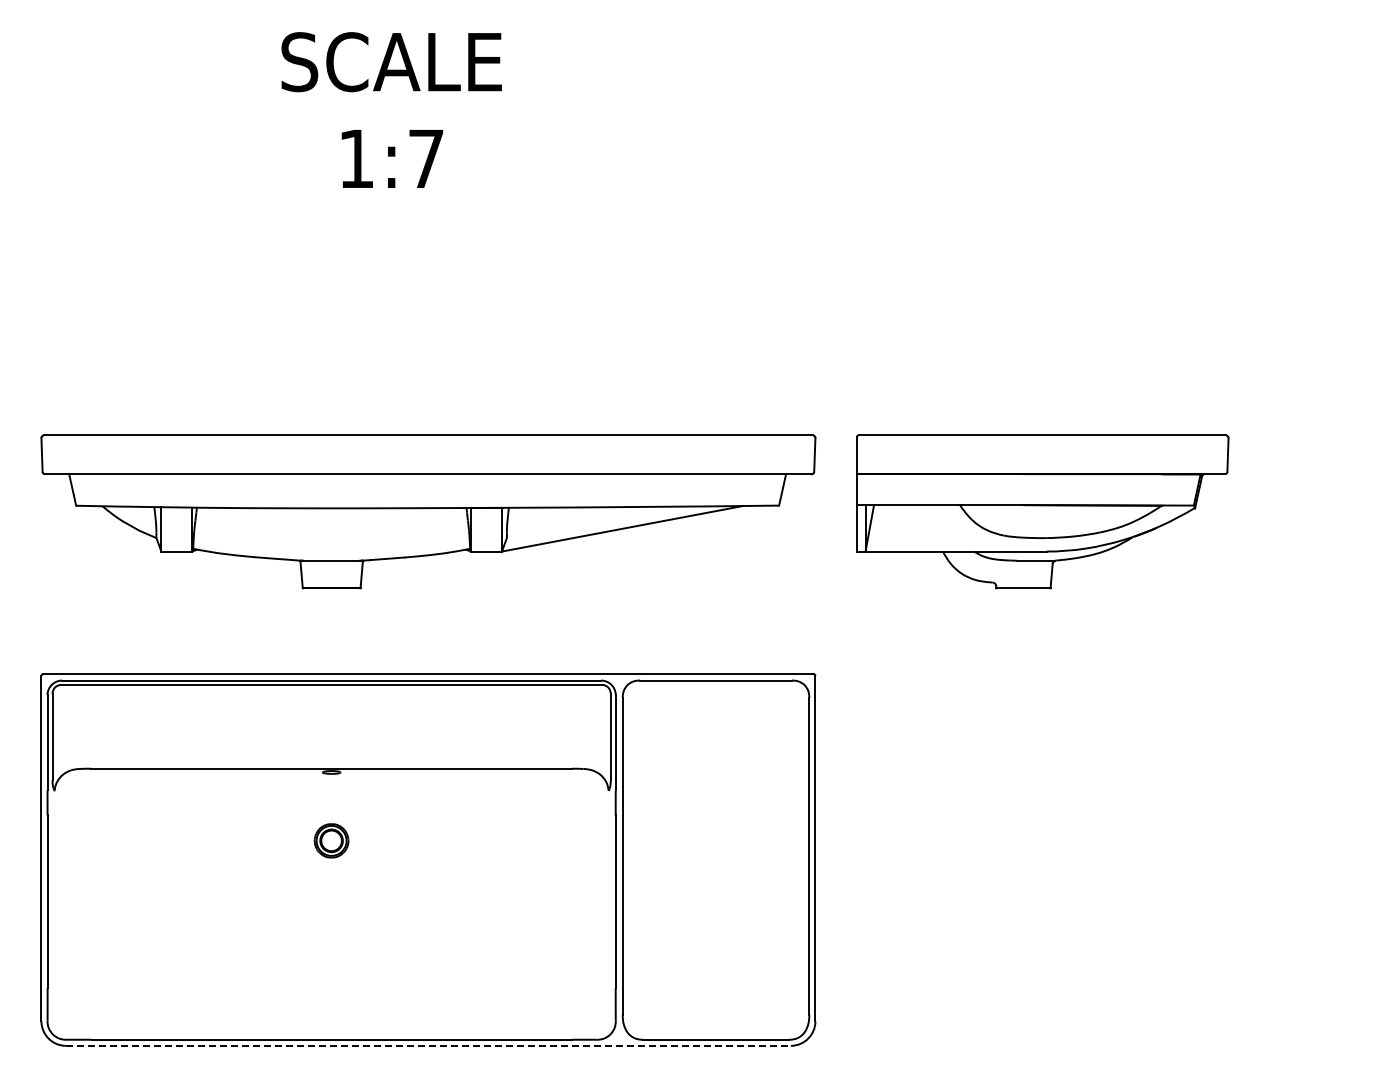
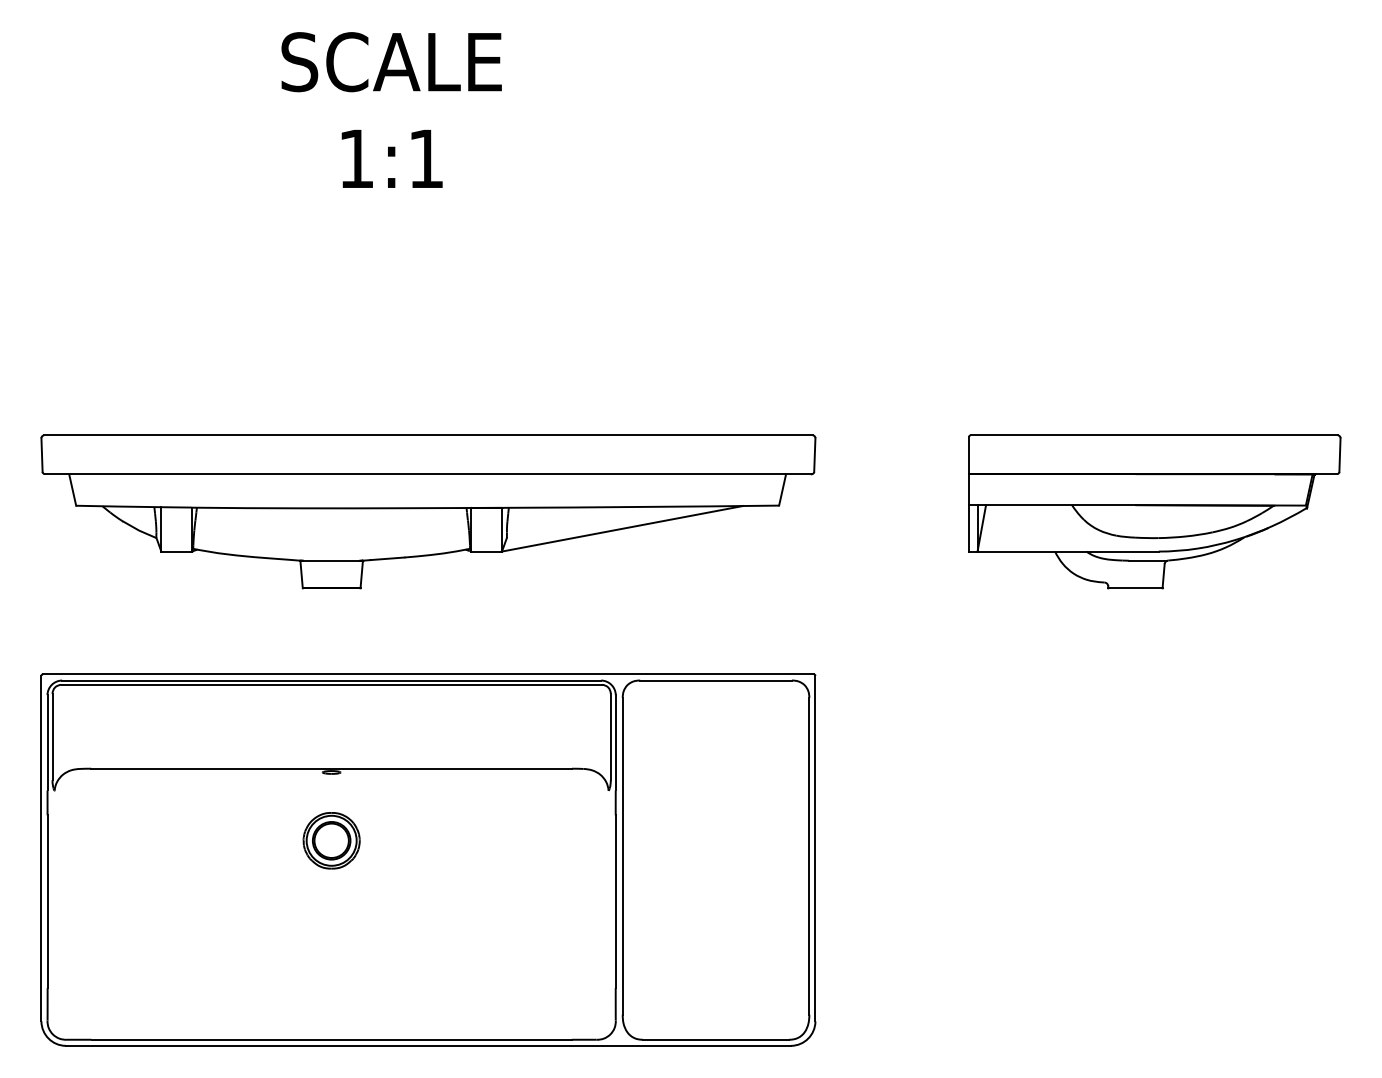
text at (426, 158): 1:7 -> 1:1
part at (1042, 511) position: (1042, 511) -> (1154, 511)
part at (331, 840) size: 37x36 px -> 59x58 px
line at (428, 1045): dashed -> solid
